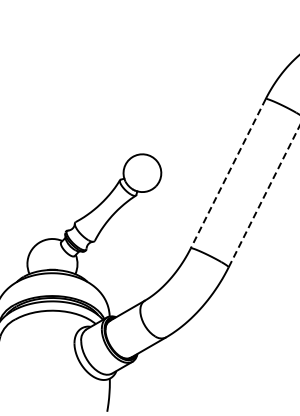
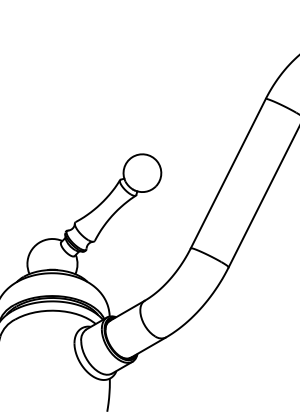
line at (228, 173): dashed -> solid
line at (264, 196): dashed -> solid
